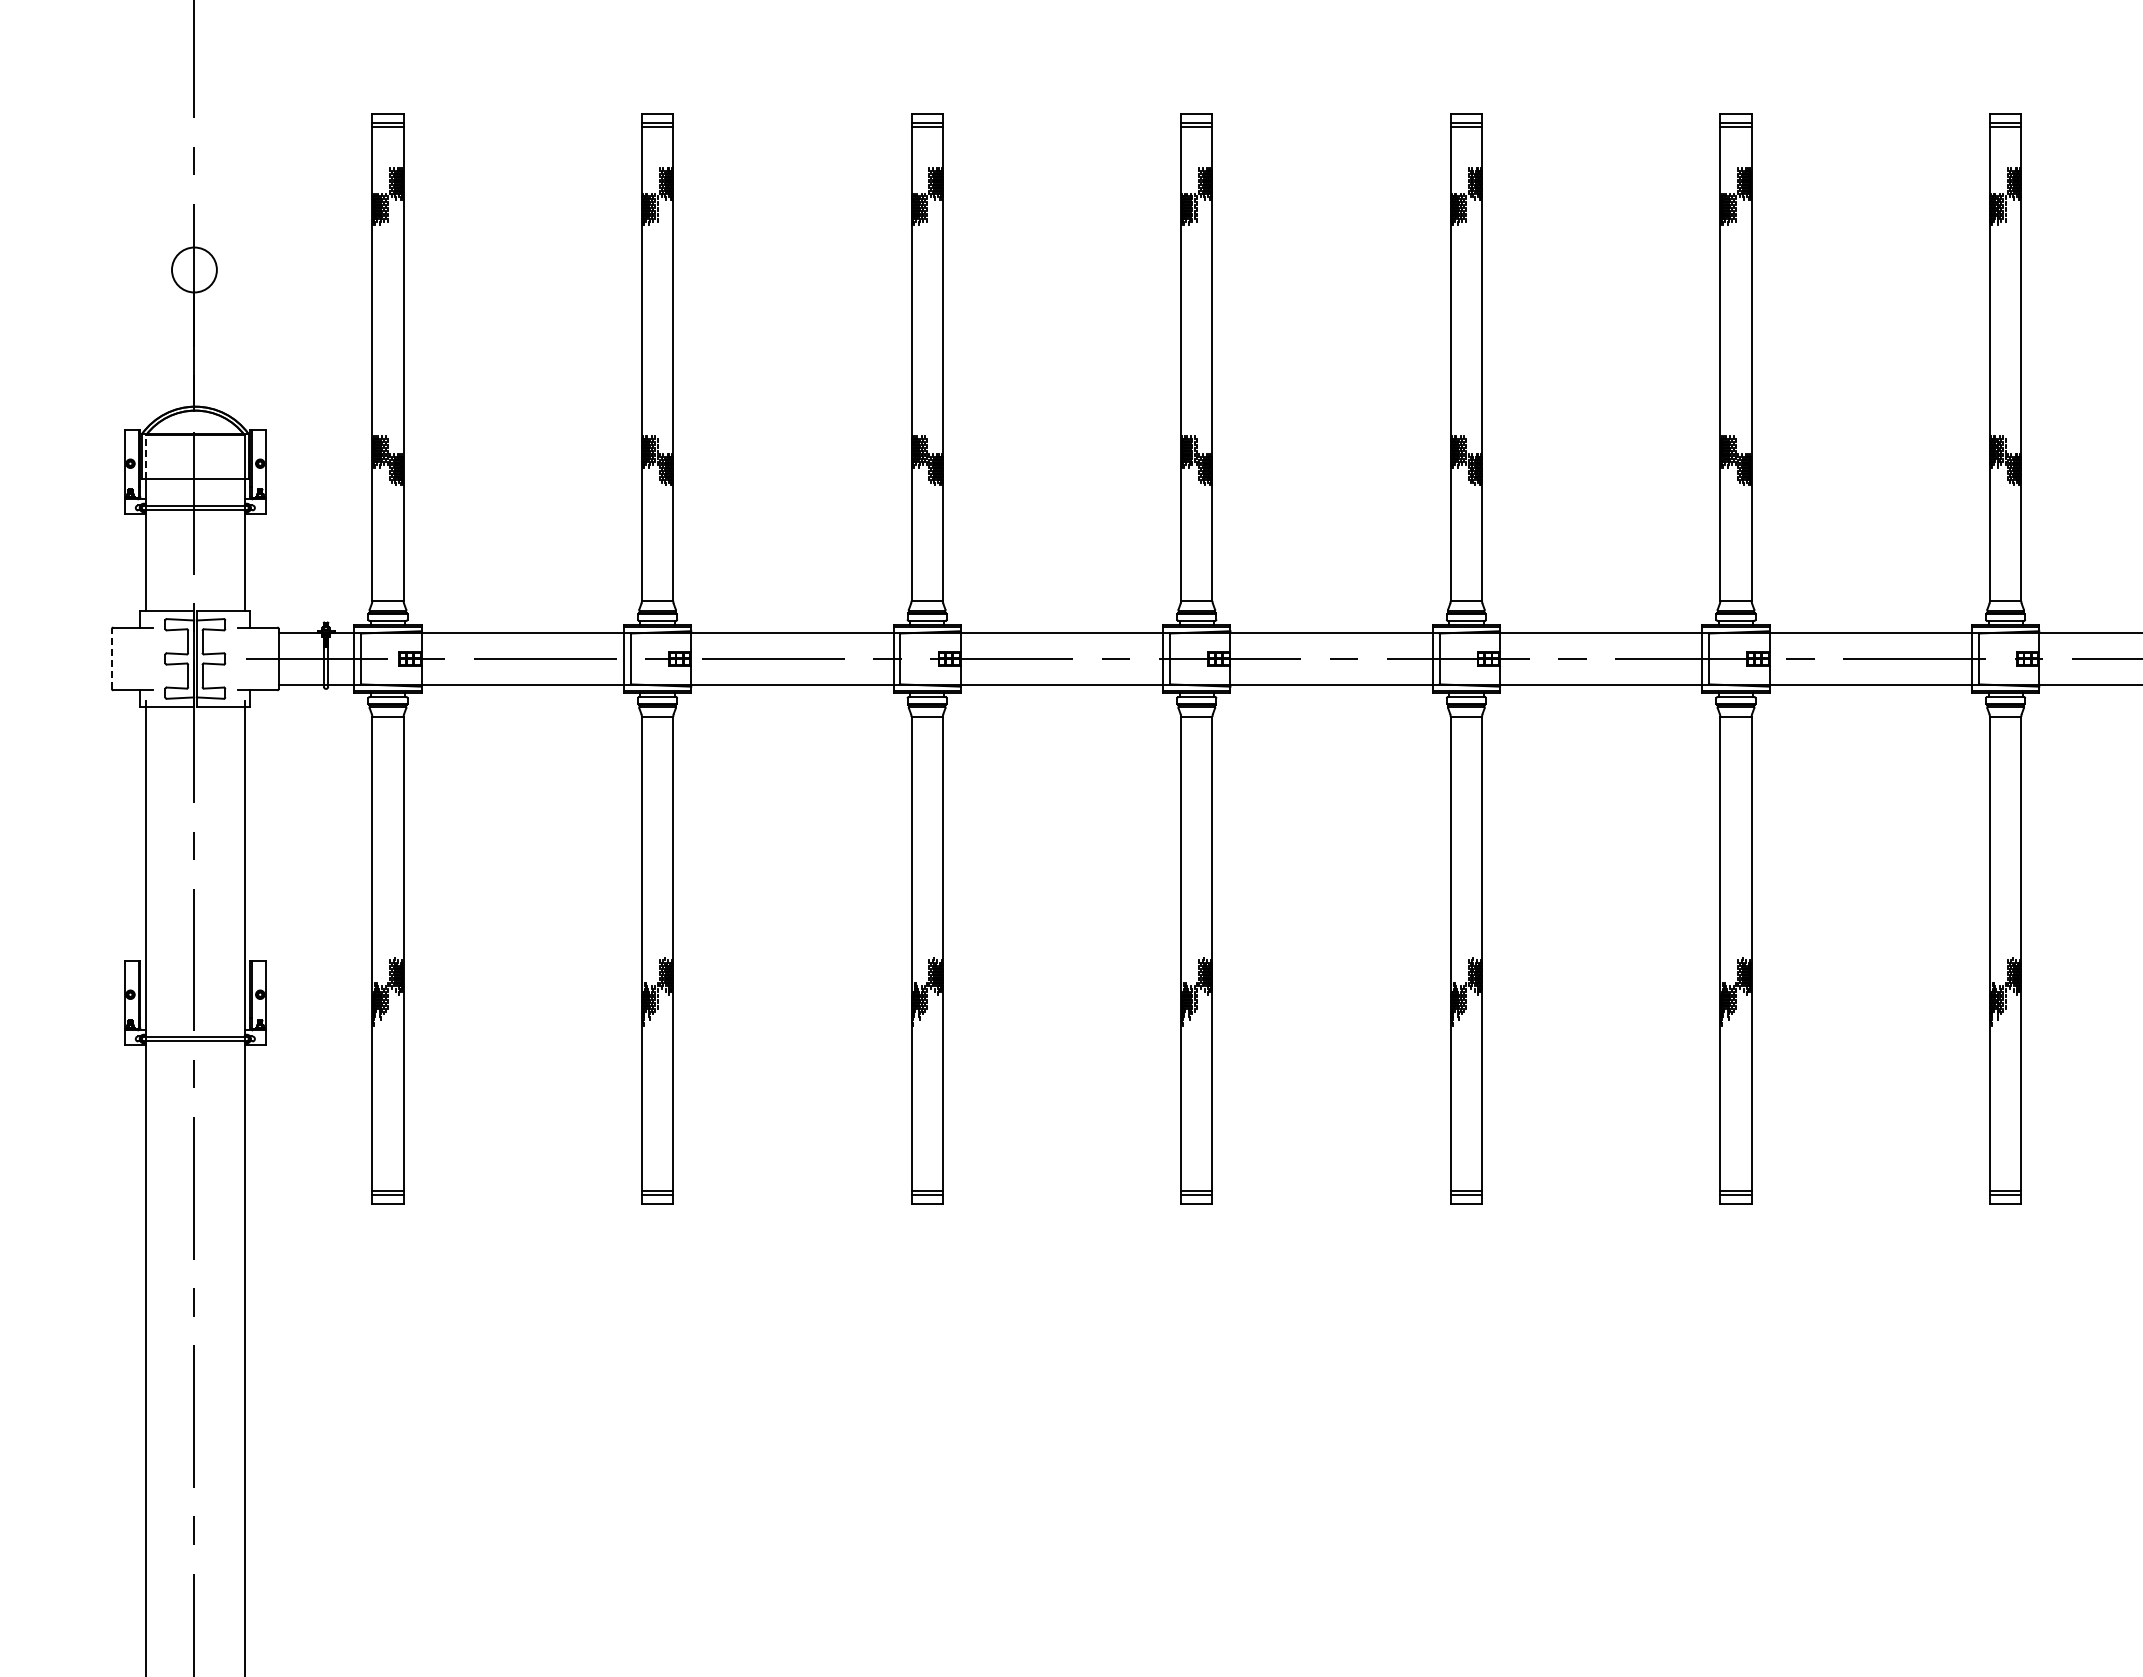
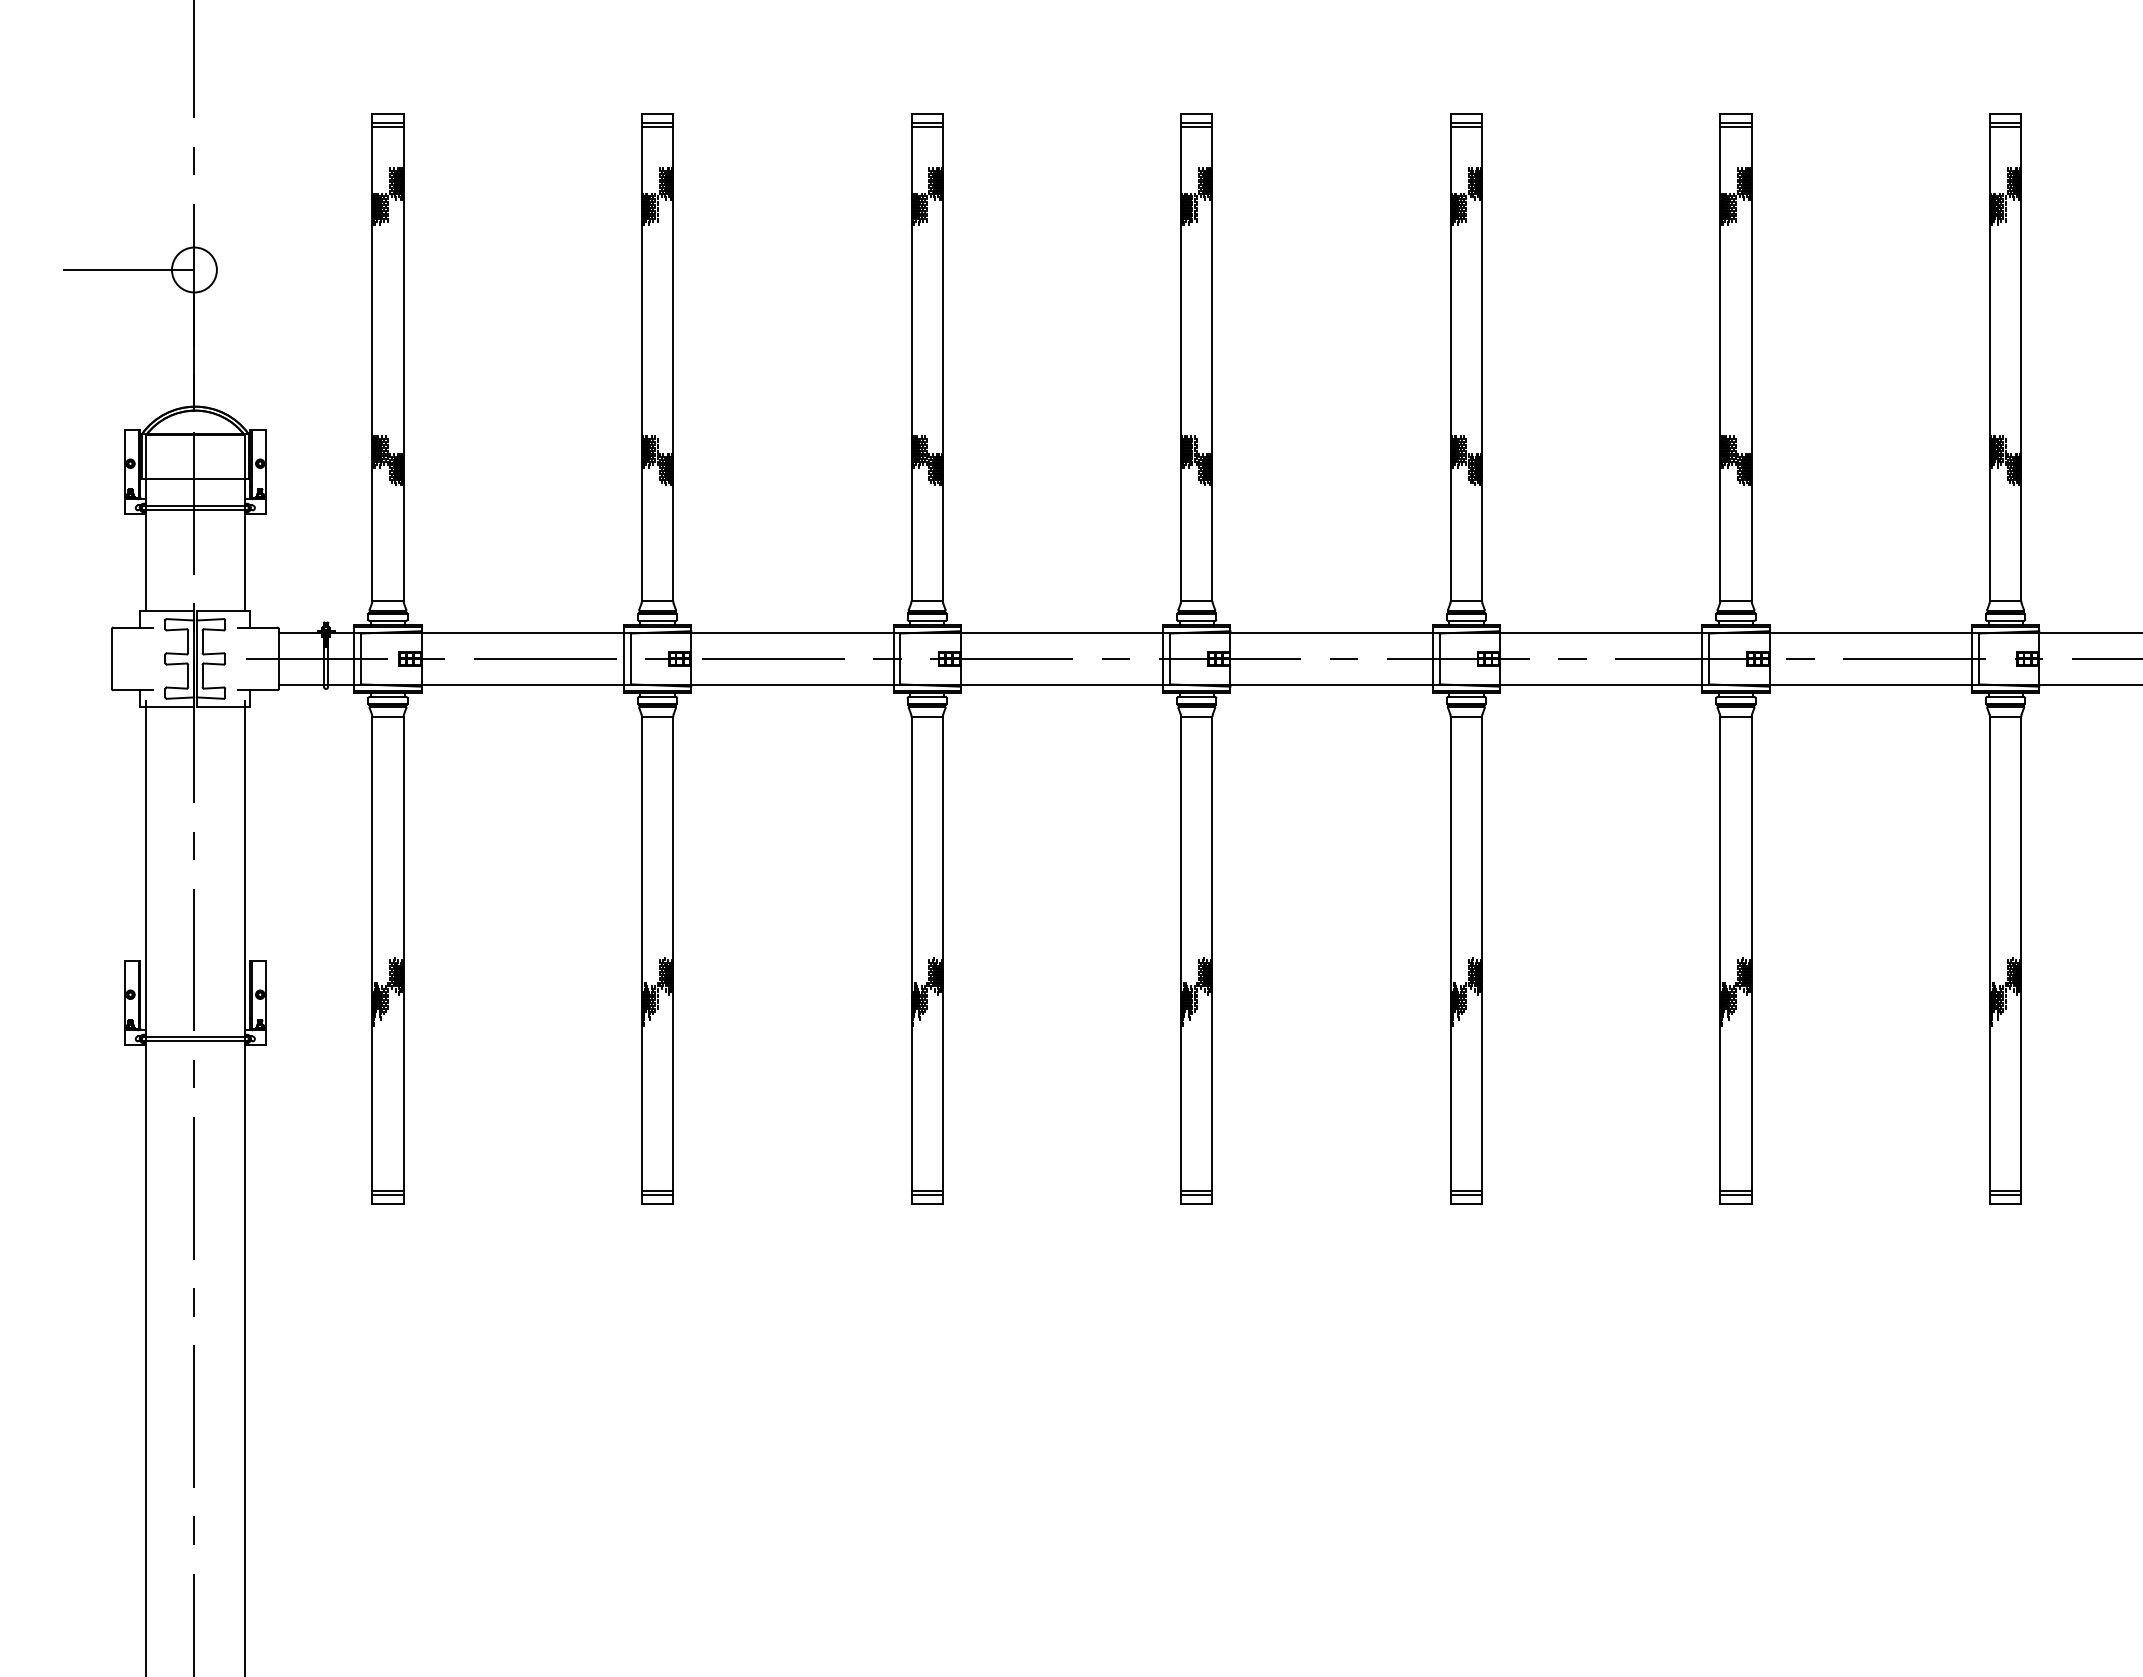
line at (129, 270): none -> present
line at (146, 456): dashed -> solid
line at (111, 658): dashed -> solid
